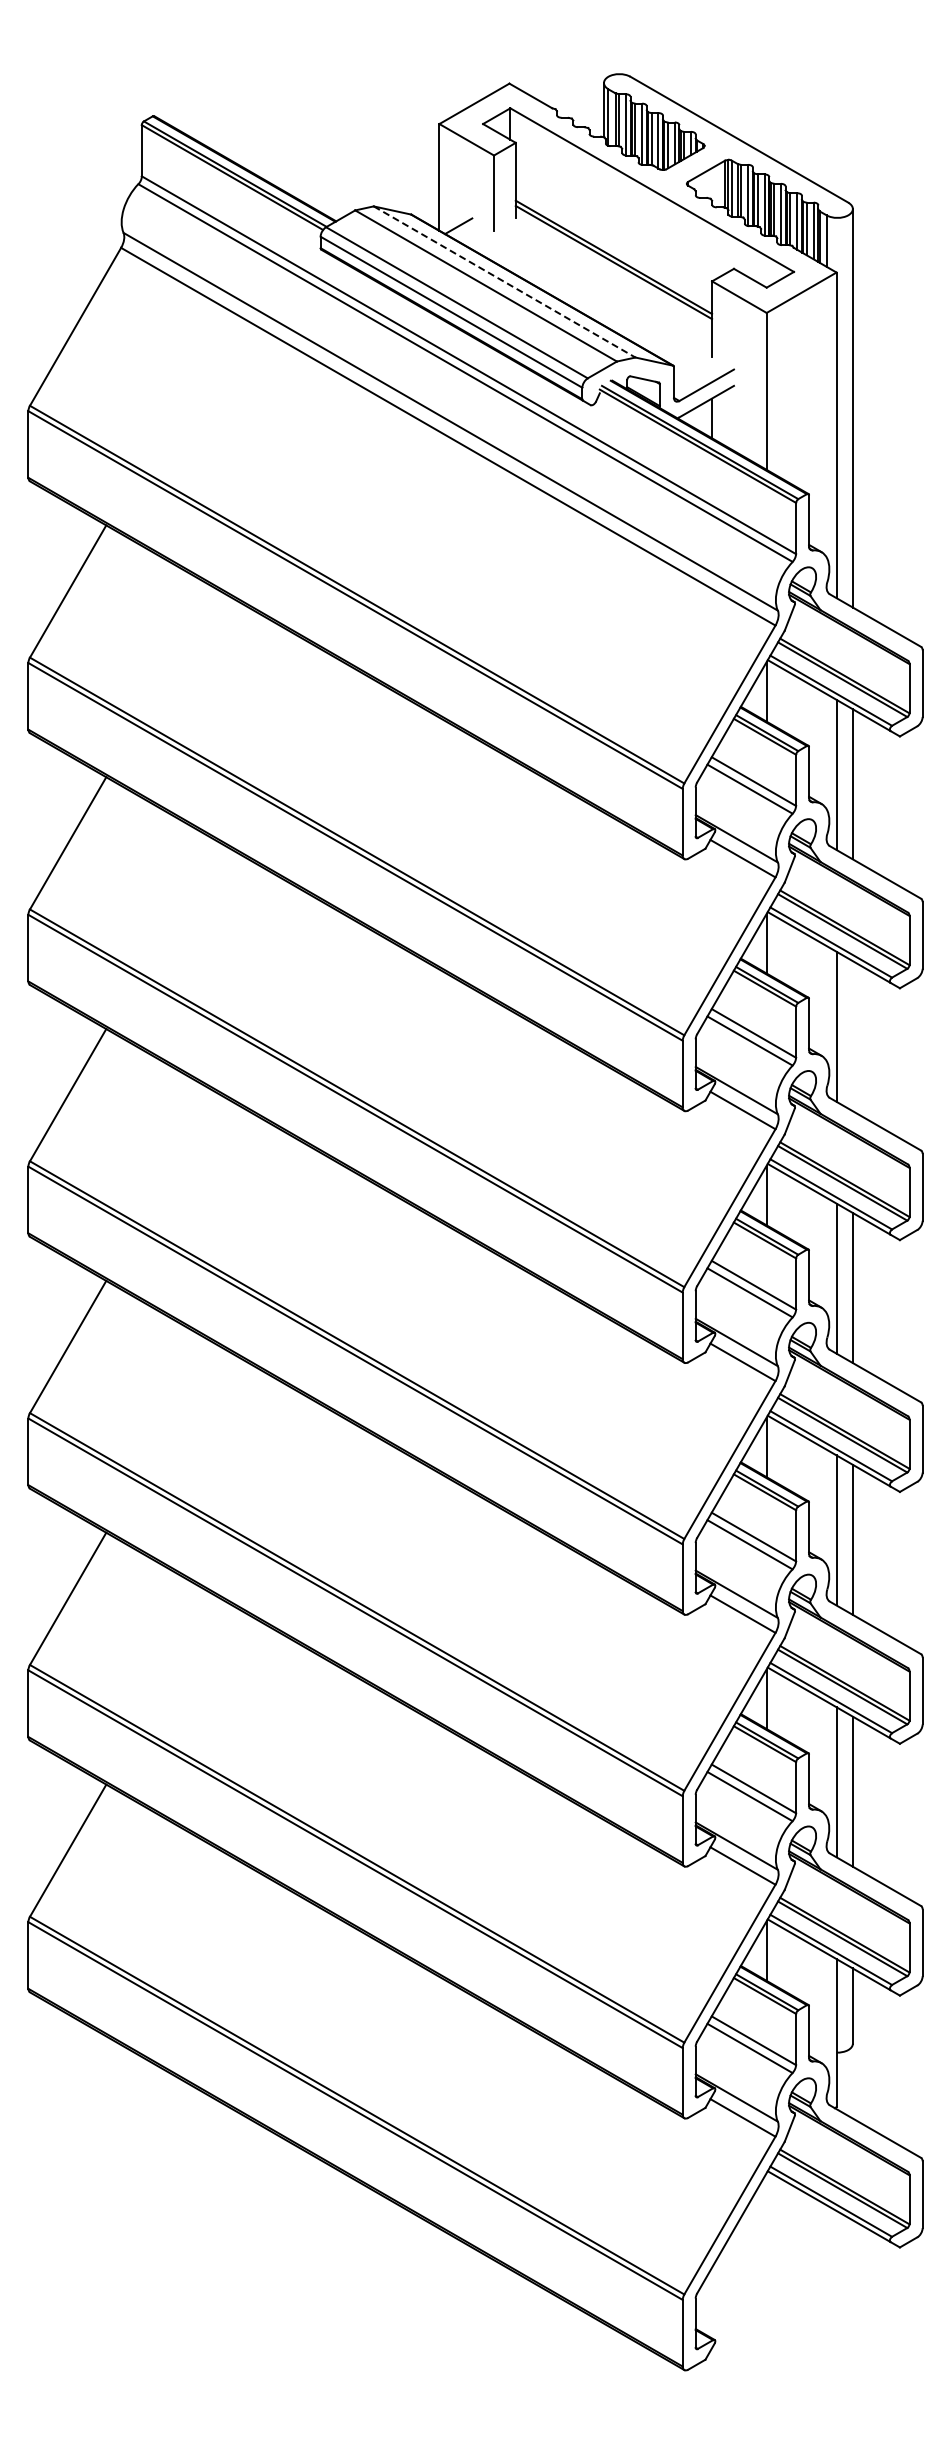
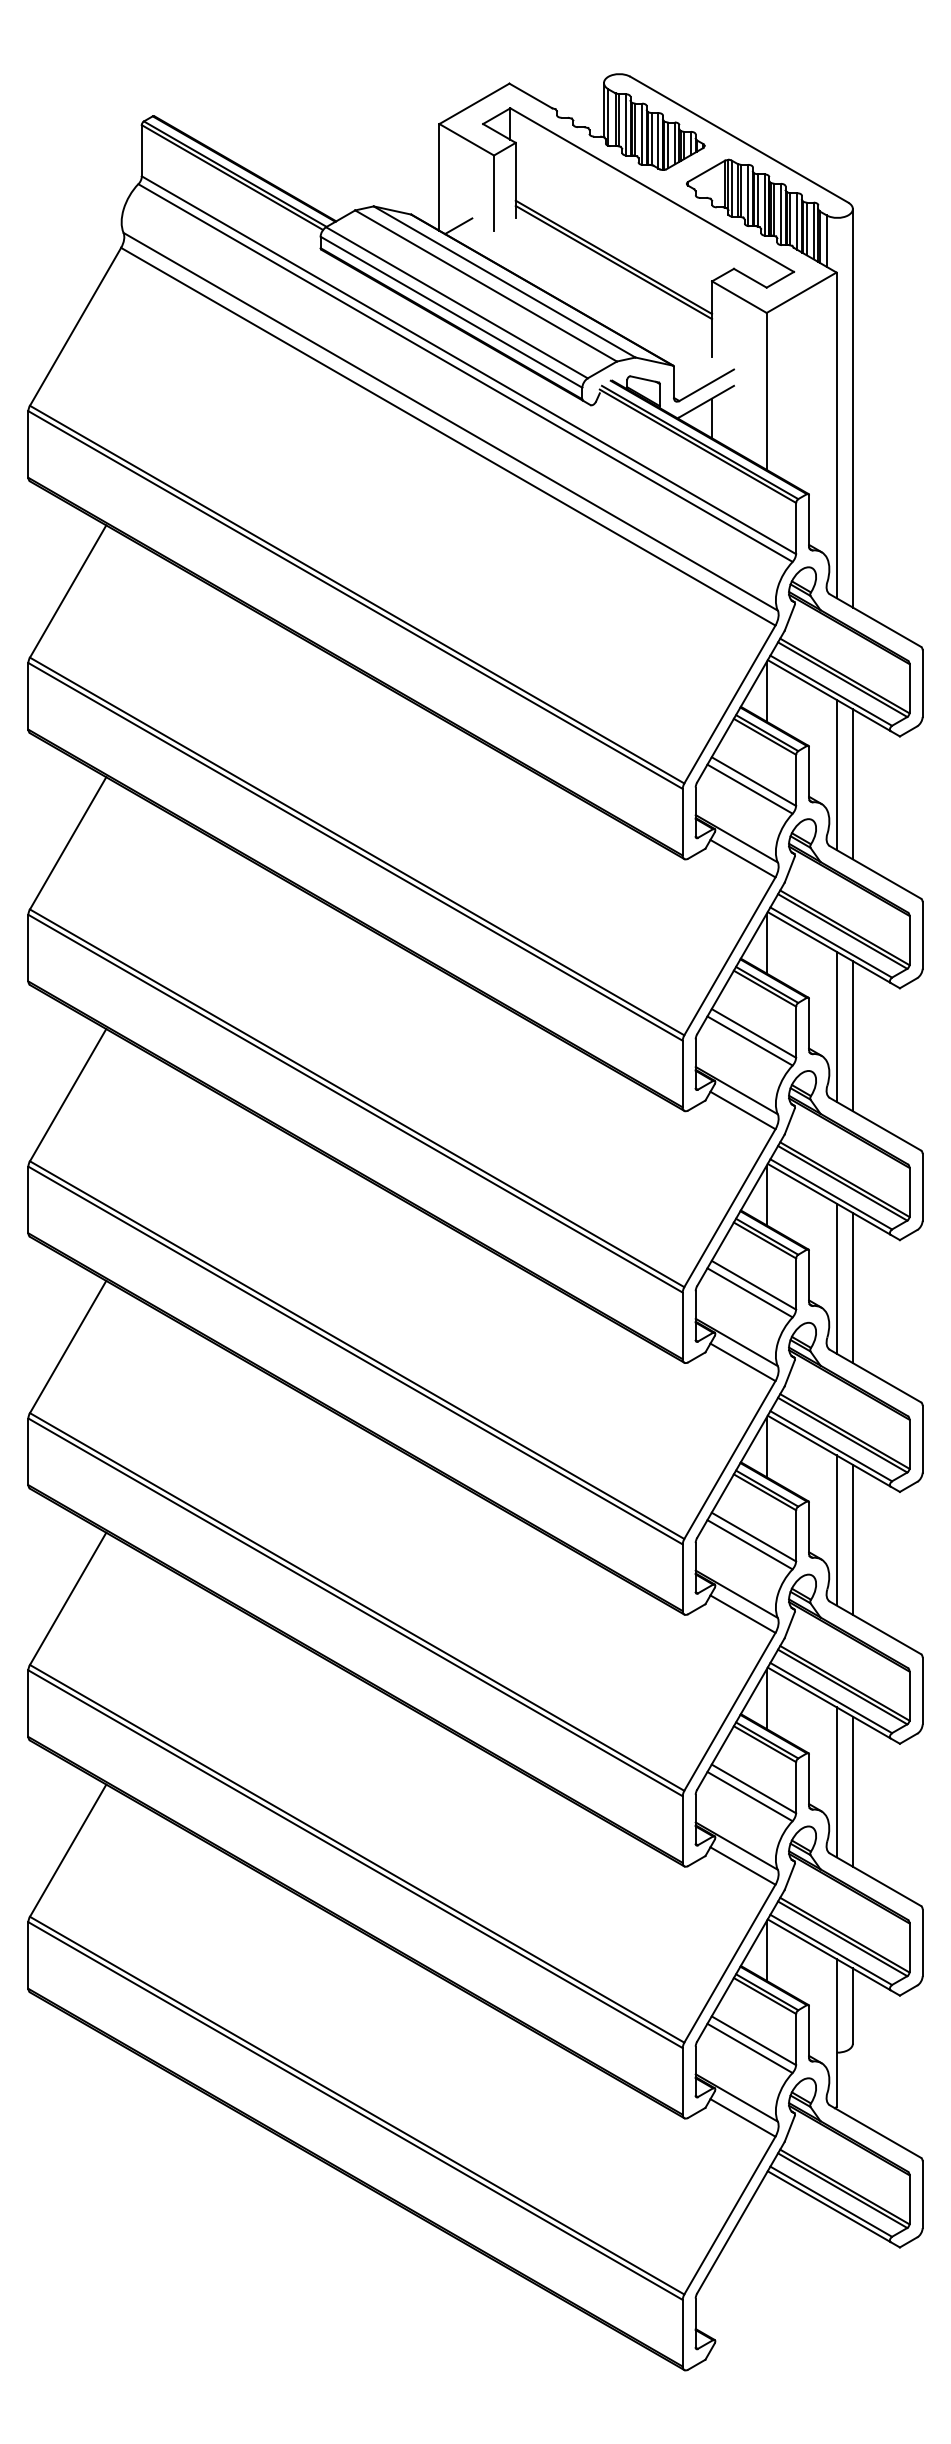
line at (505, 282): dashed -> solid
line at (852, 1036): none -> present
